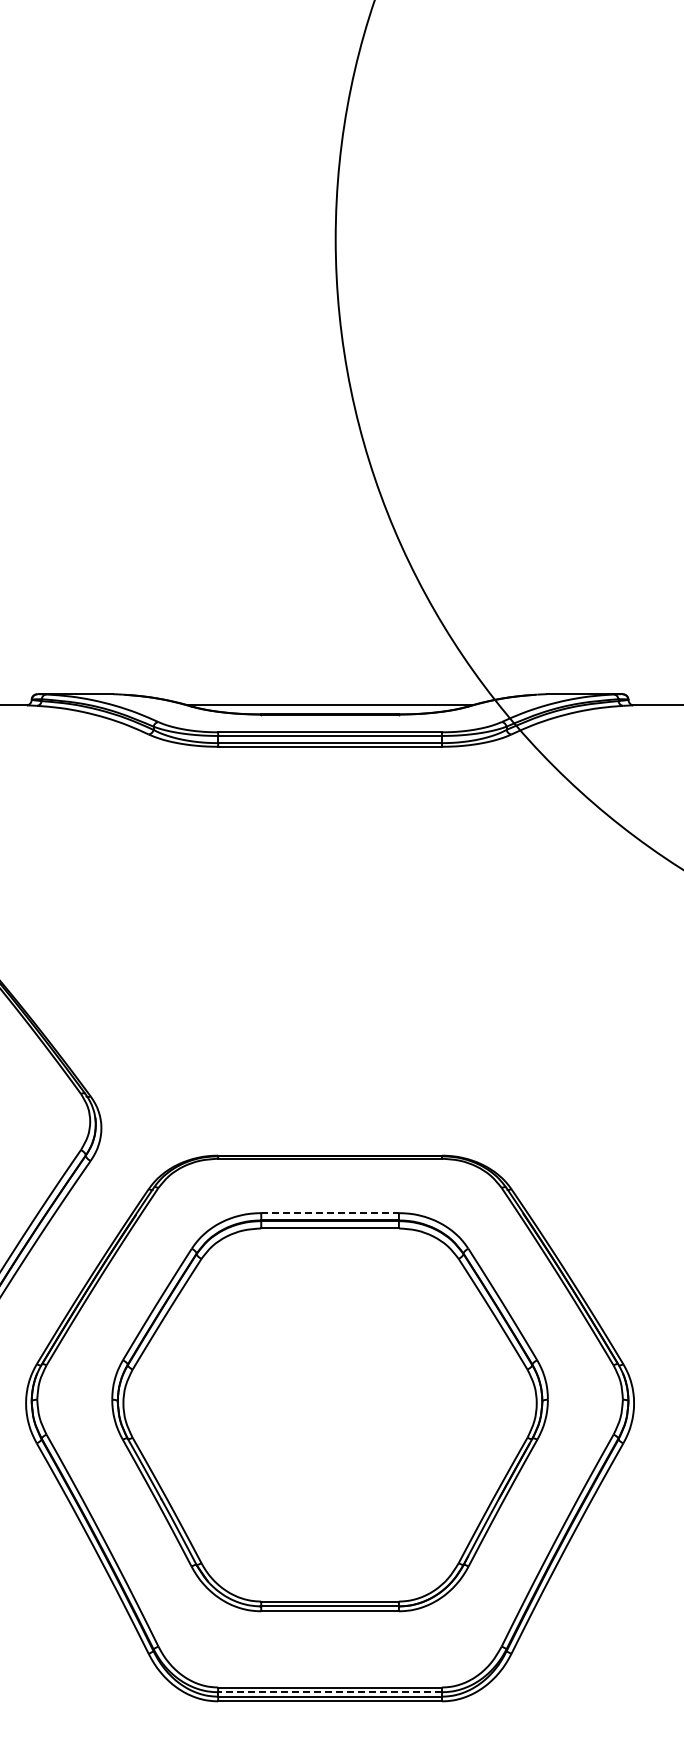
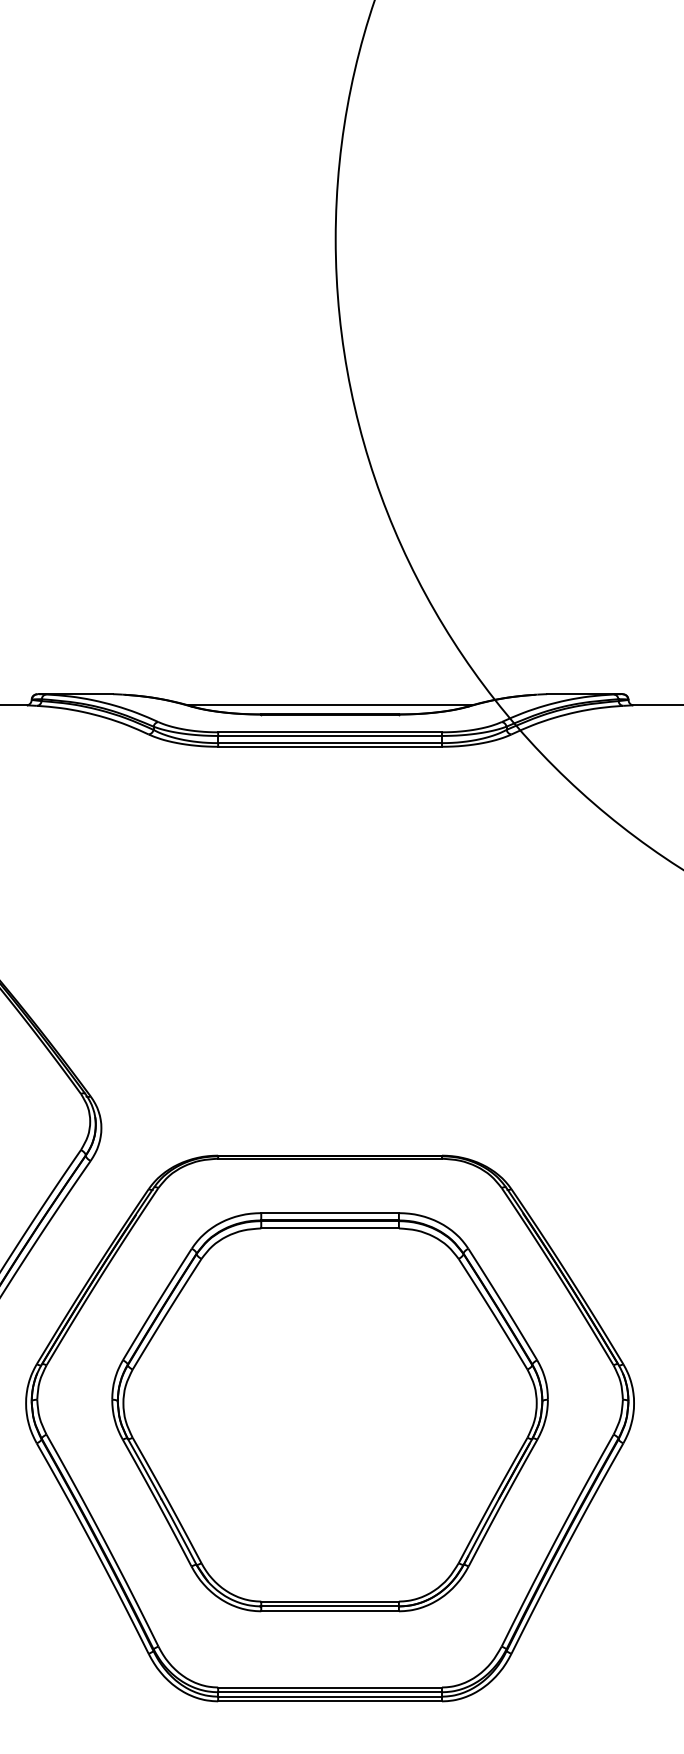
line at (330, 1213): dashed -> solid
line at (330, 1692): dashed -> solid
